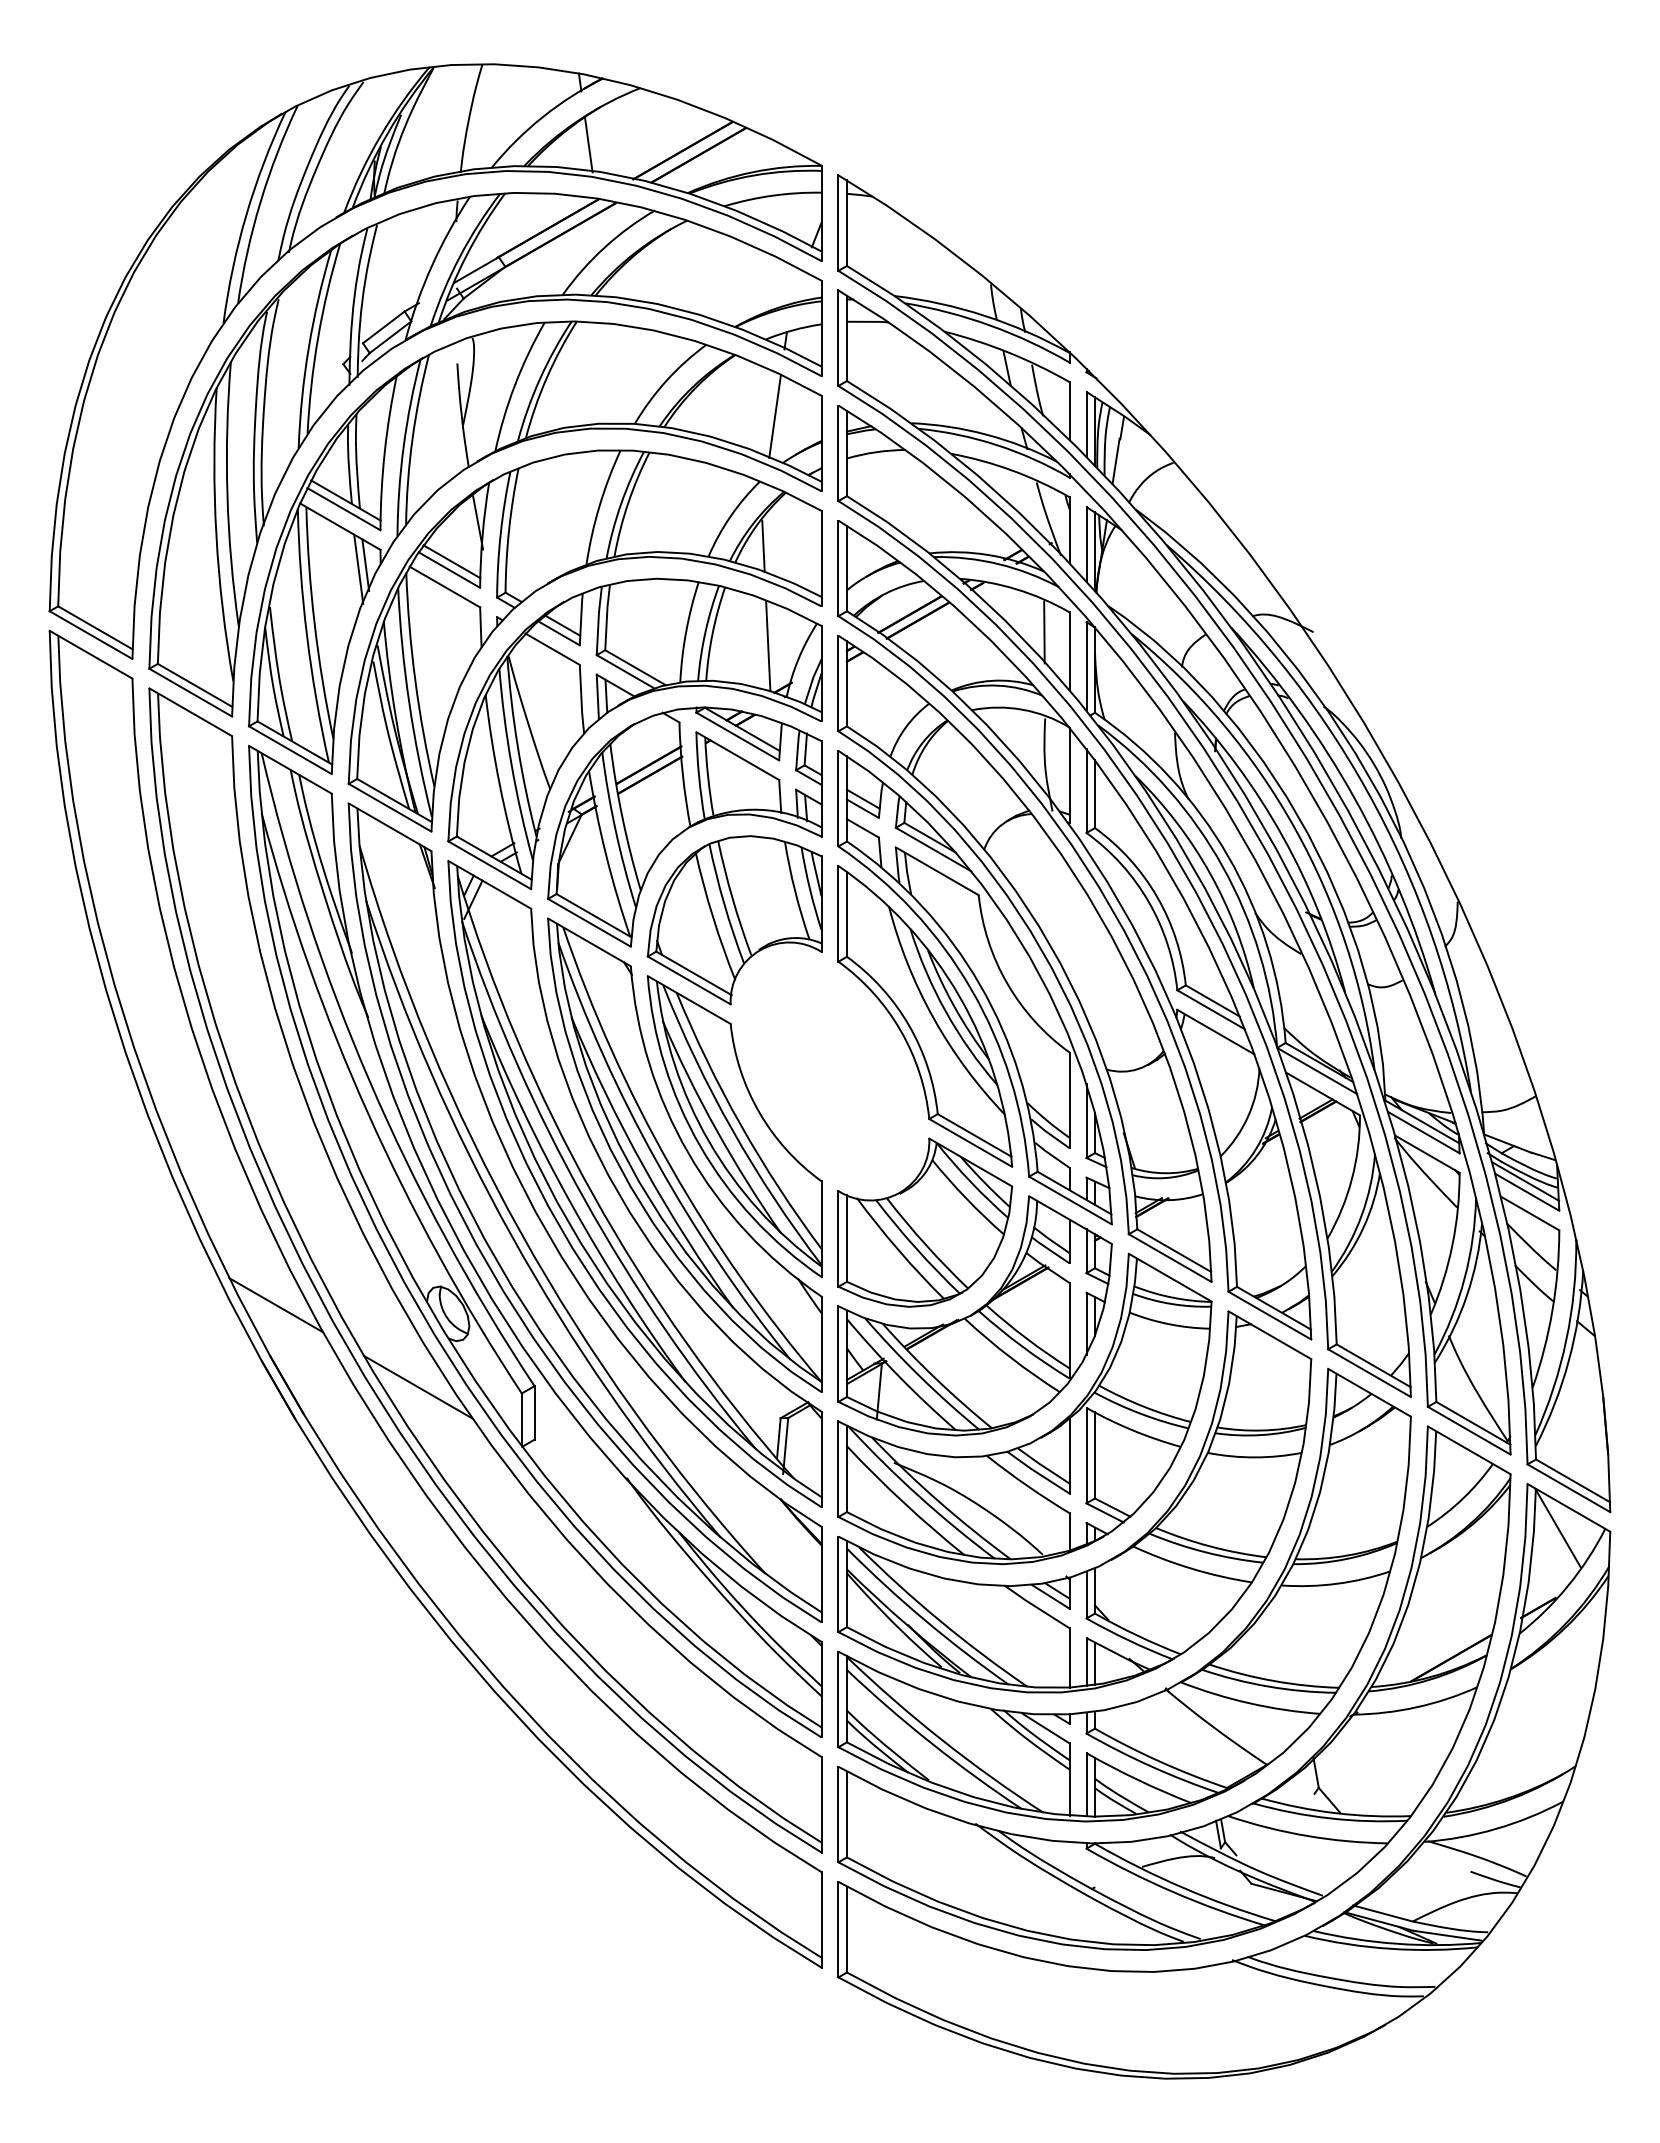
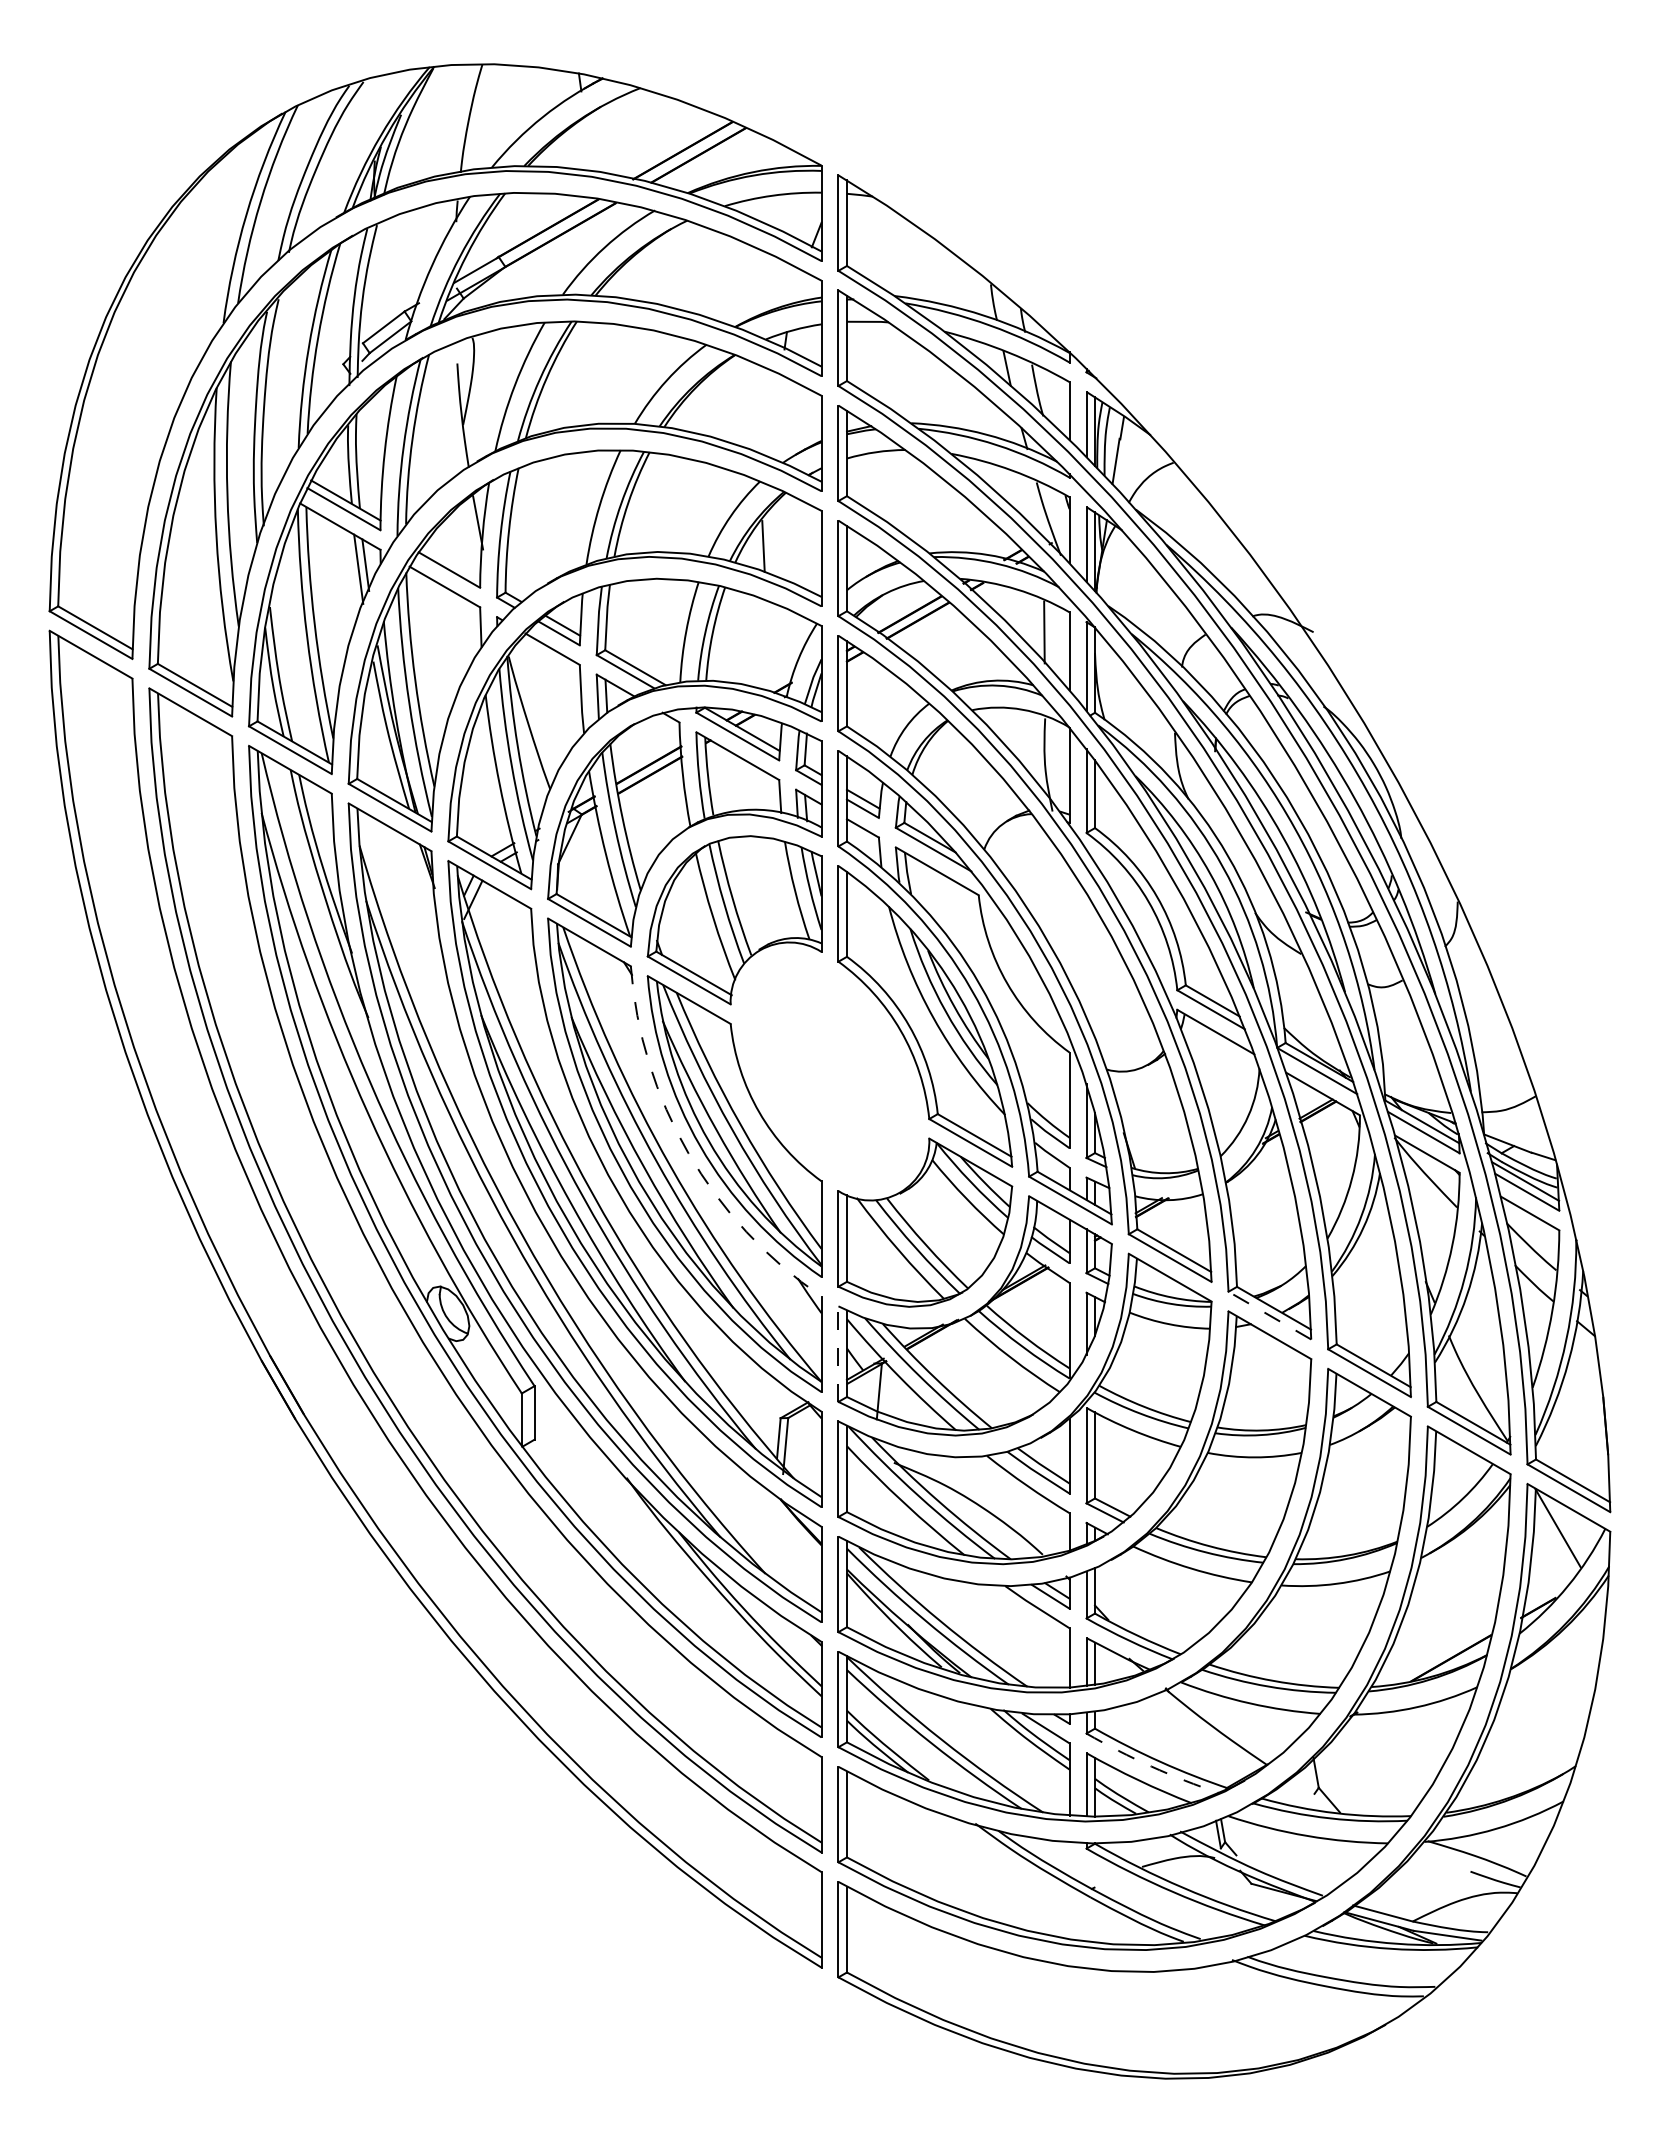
line at (588, 145): present -> none
line at (774, 416): present -> none
line at (451, 561): present -> none
line at (768, 646): present -> none
arc at (688, 1153): solid -> dashed
line at (276, 1305): present -> none
line at (1269, 1315): solid -> dashed
line at (838, 1354): solid -> dashed
line at (417, 1386): present -> none
arc at (1151, 1766): solid -> dashed
